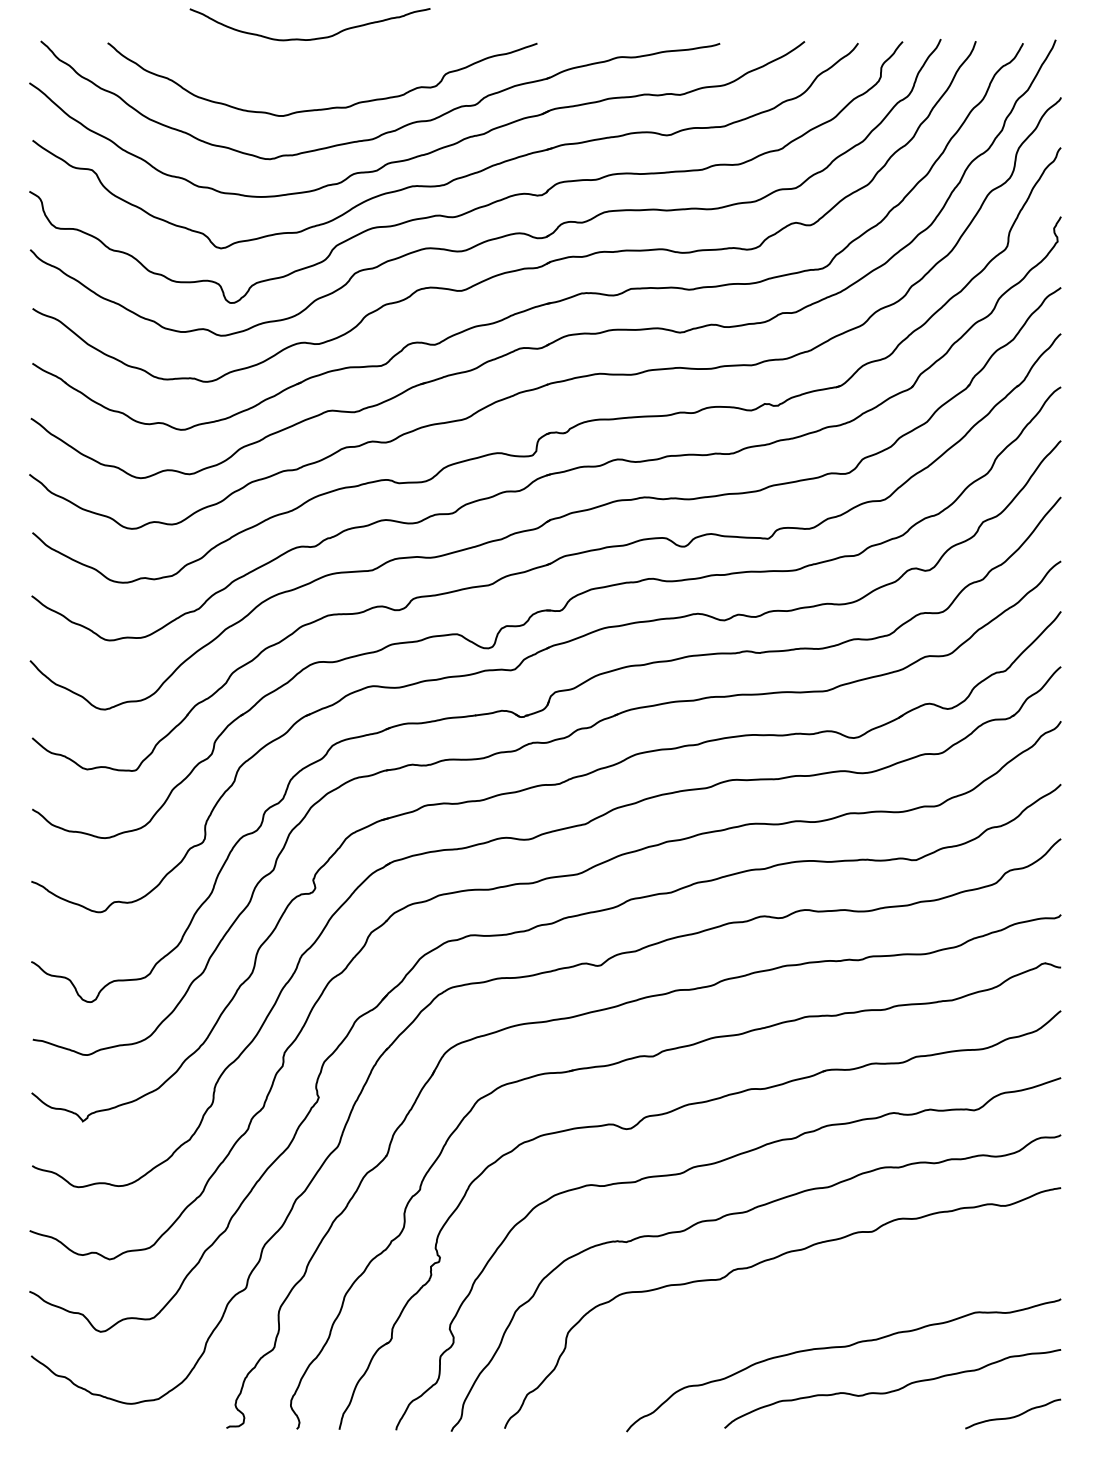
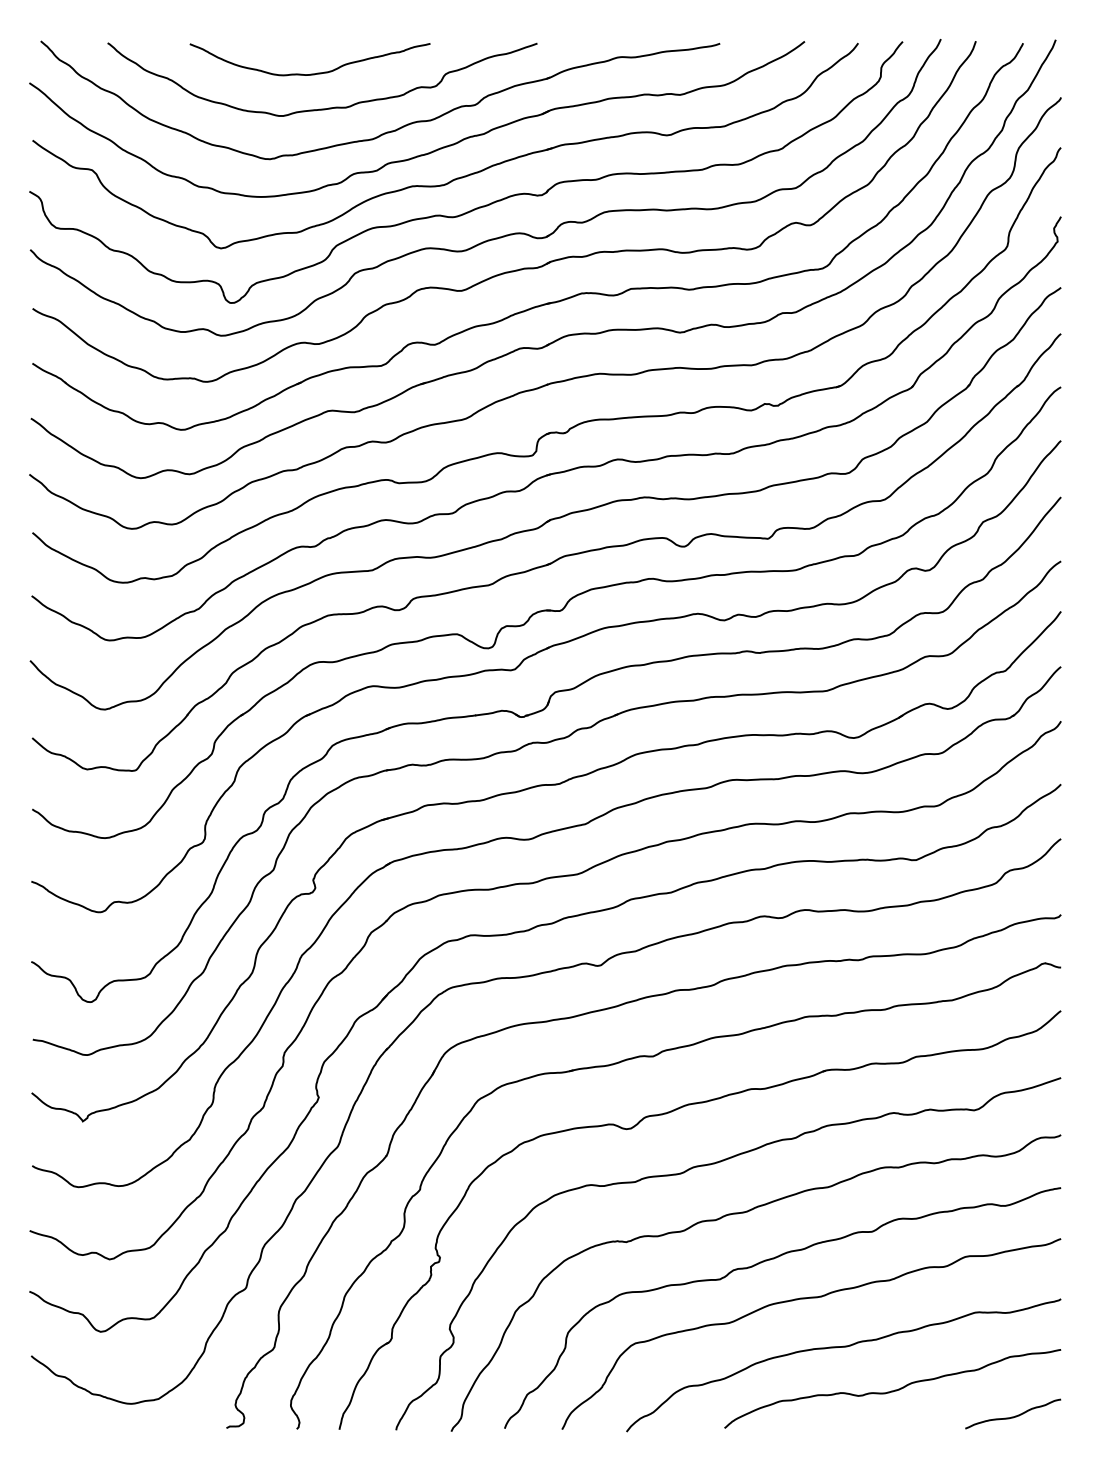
curve at (310, 38) position: (310, 38) -> (310, 73)
curve at (805, 1299): none -> present
